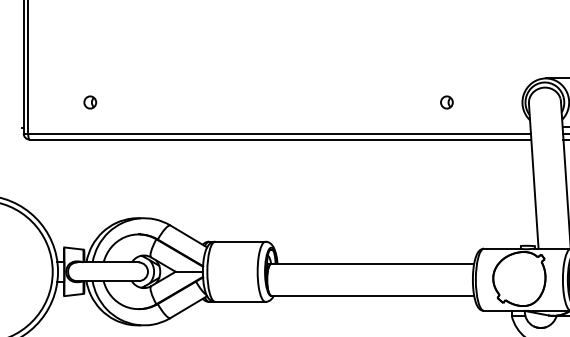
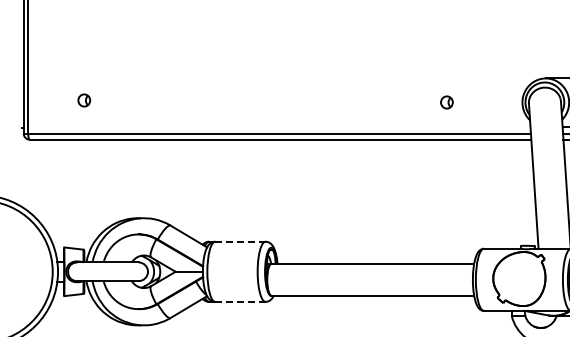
part at (90, 102) position: (90, 102) -> (84, 100)
line at (240, 241): solid -> dashed
line at (240, 301): solid -> dashed
